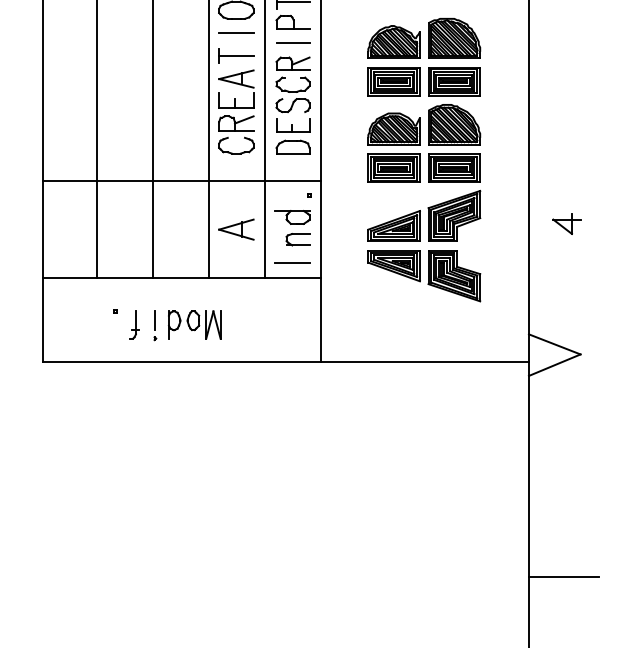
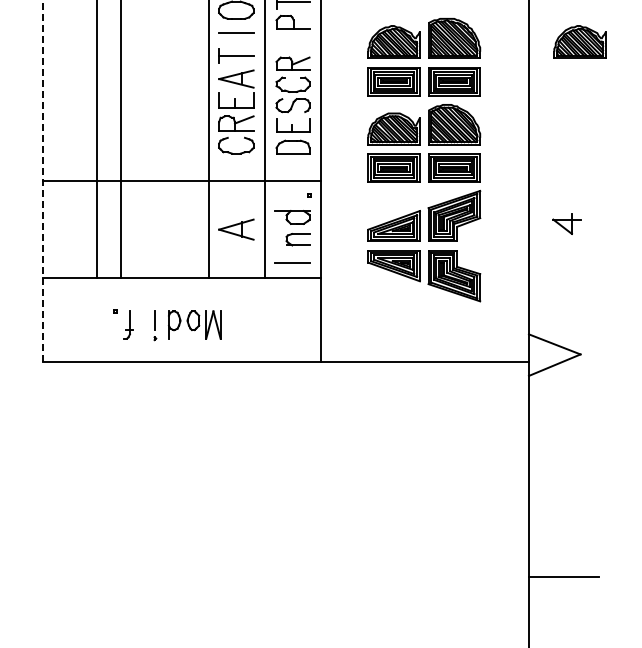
part at (579, 41): none -> present
line at (292, 43): present -> none
line at (153, 140) position: (153, 140) -> (121, 140)
line at (42, 180): solid -> dashed
part at (134, 324) position: (134, 324) -> (128, 324)
